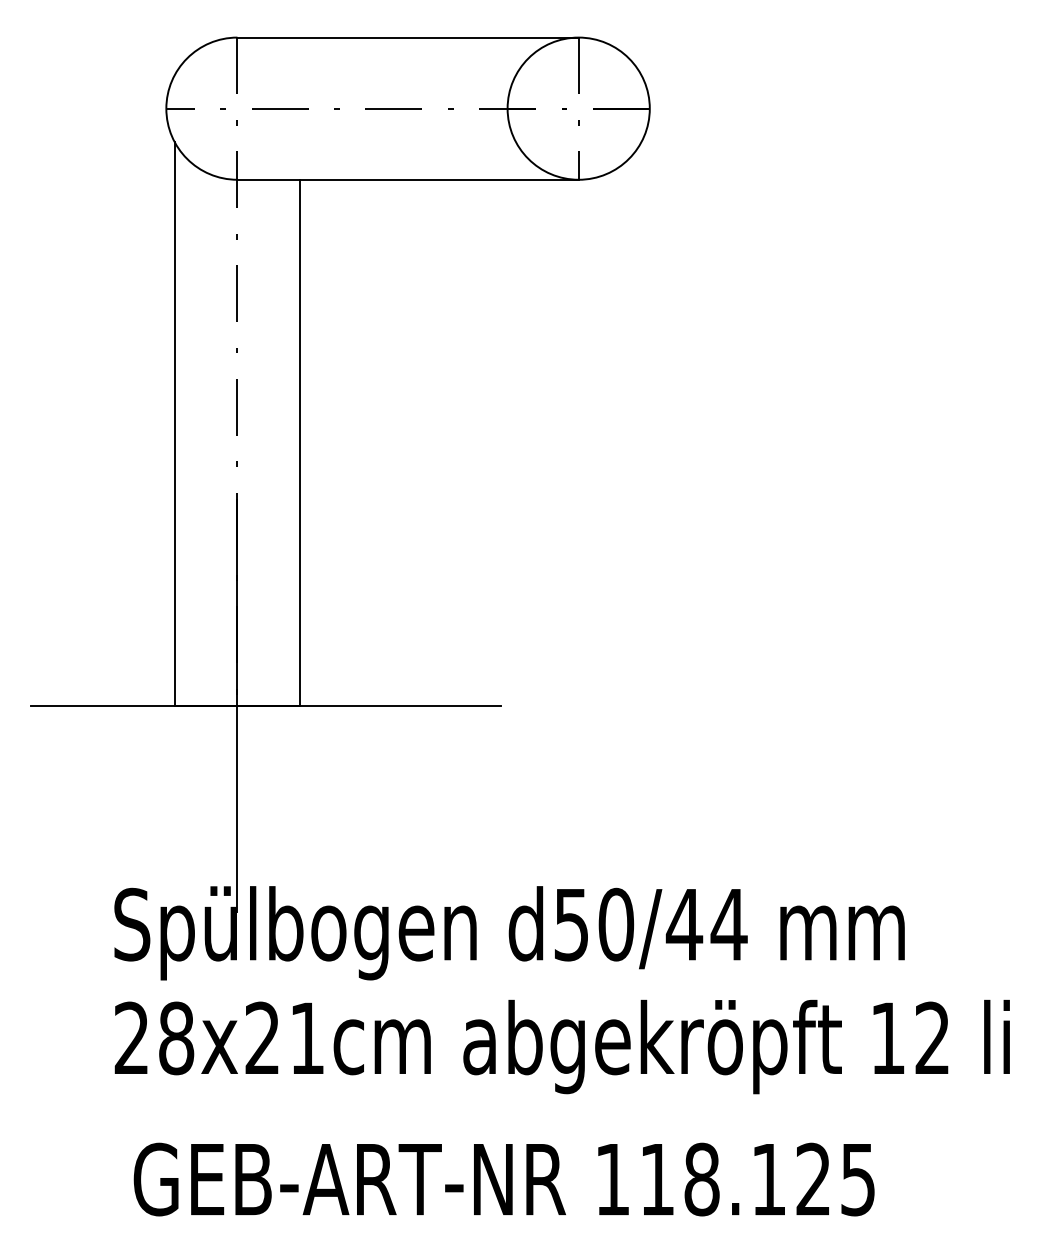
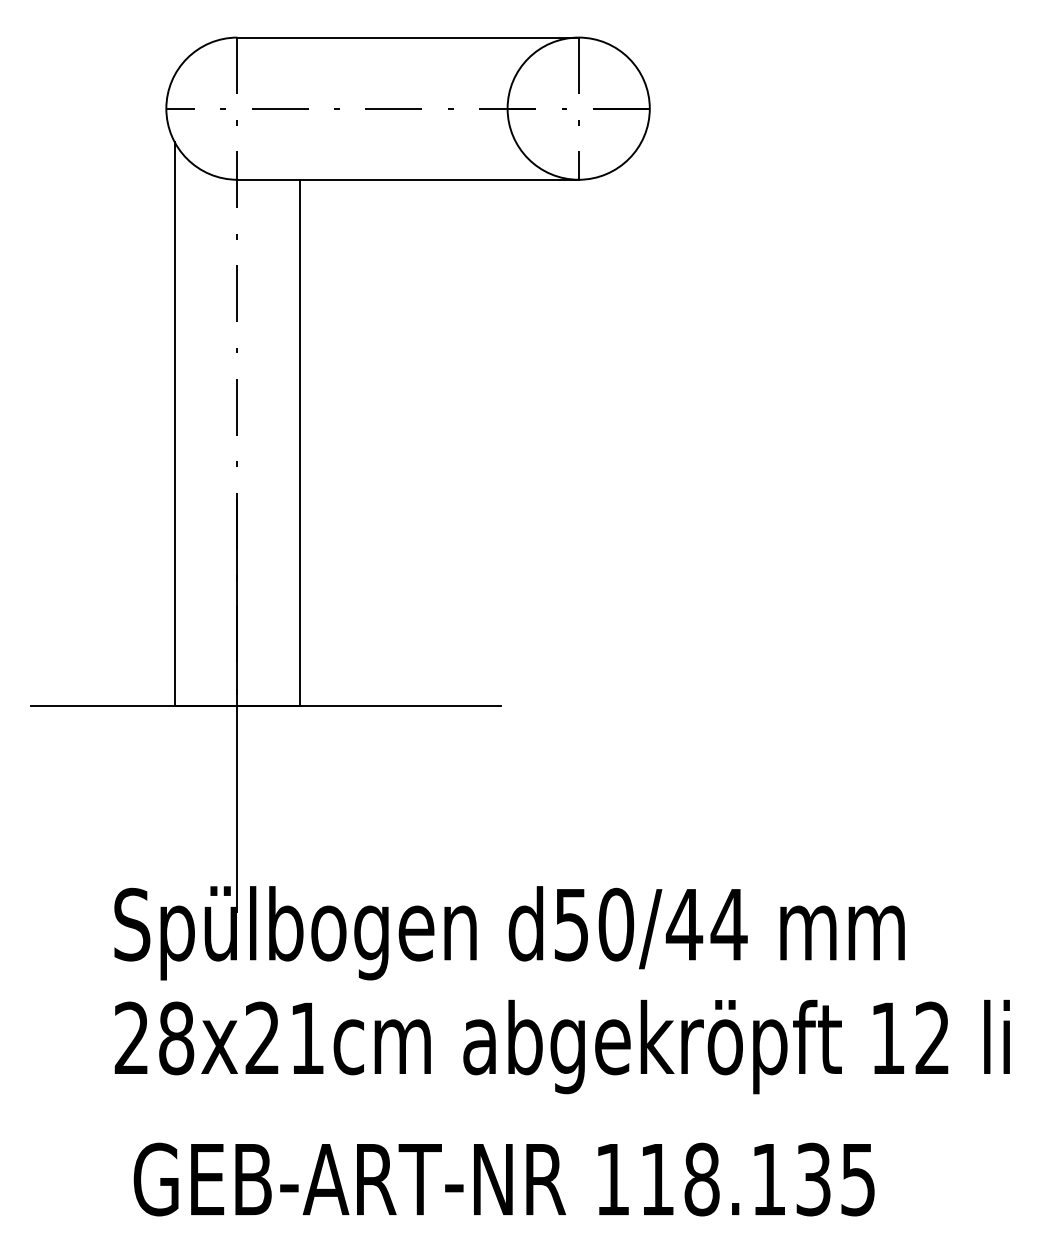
text at (813, 1179): 118.125 -> 118.135
